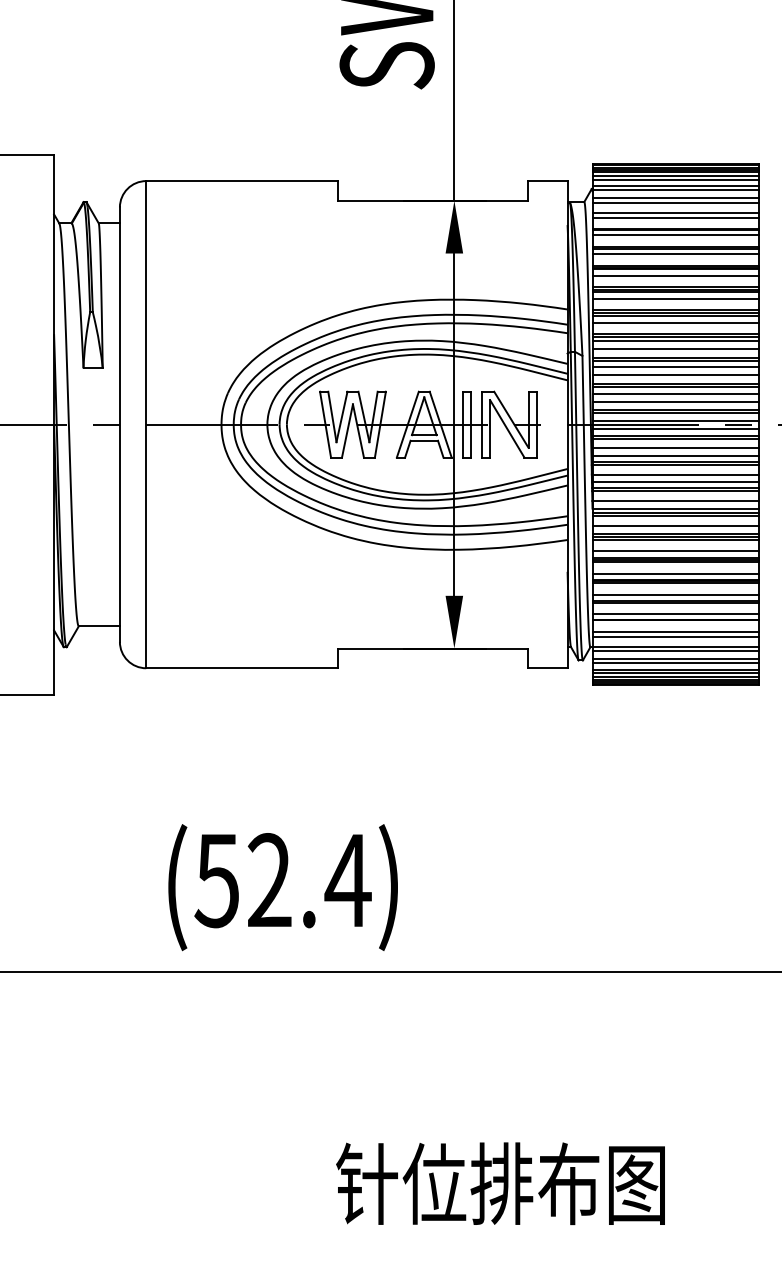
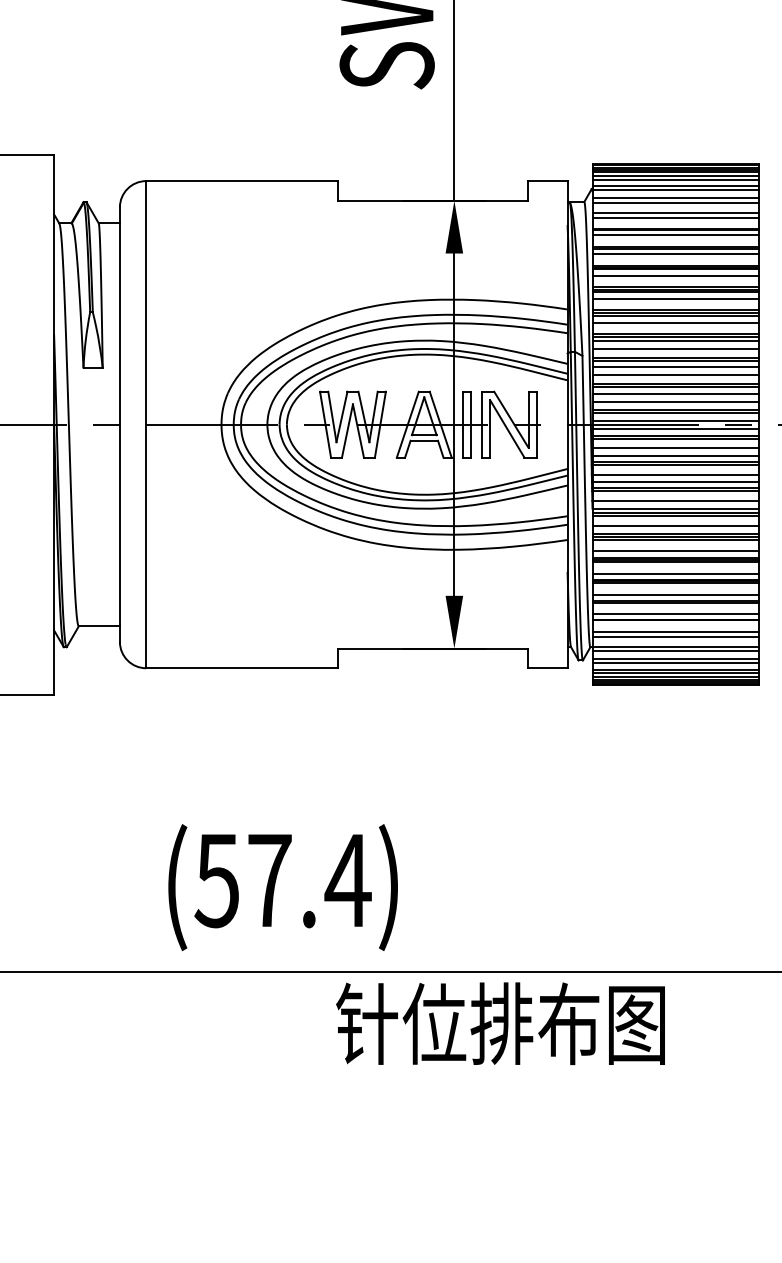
text at (269, 879): (52.4) -> (57.4)
text at (500, 1183) position: (500, 1183) -> (500, 1023)
